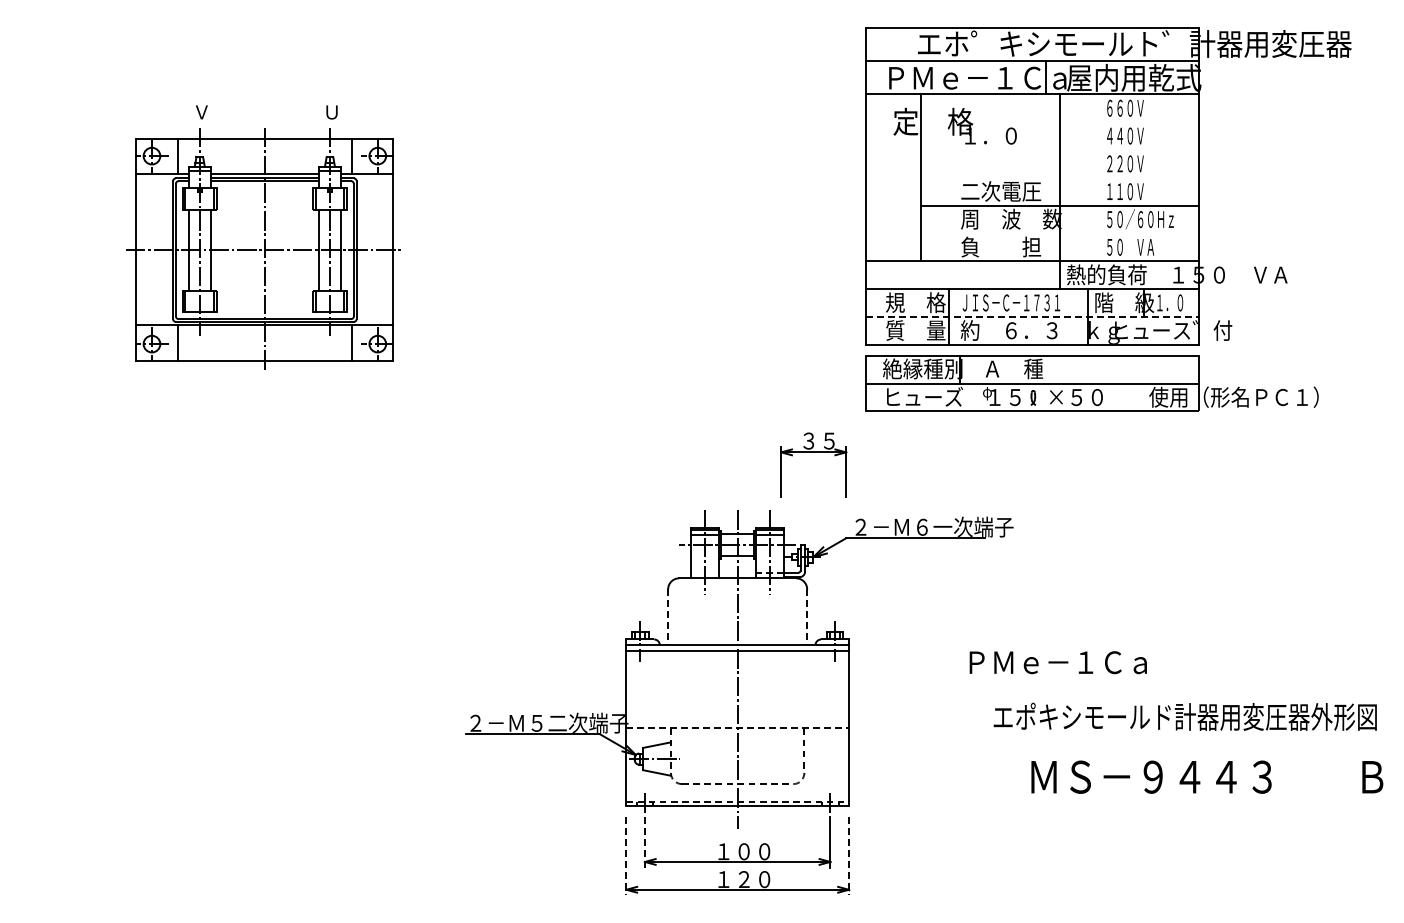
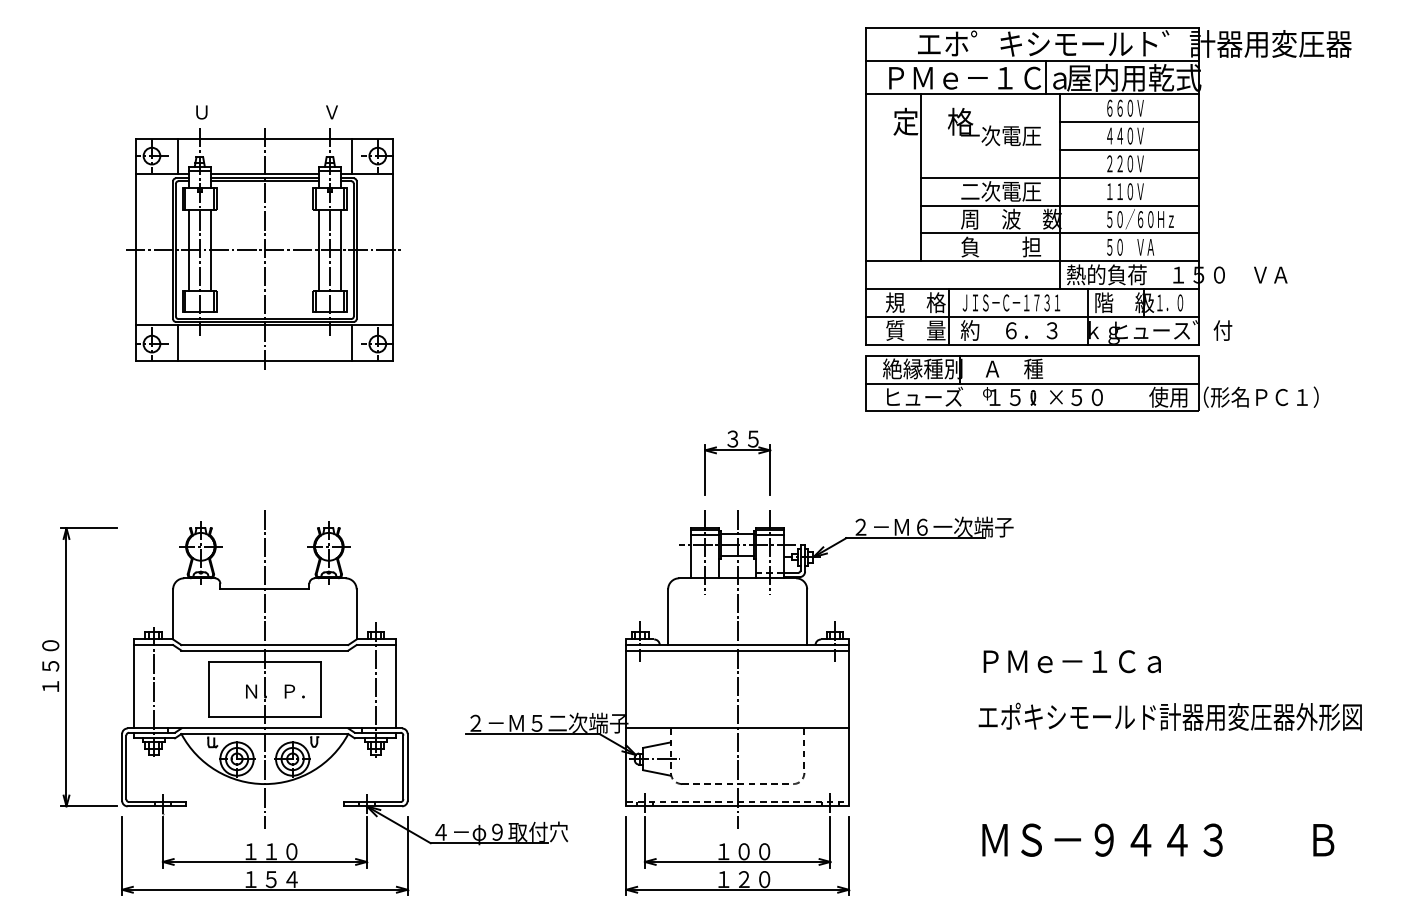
text at (201, 112): Ｖ -> Ｕ
text at (331, 112): Ｕ -> Ｖ
line at (1129, 122): none -> present
text at (1001, 135): １．０ -> 一次電圧
line at (1129, 150): none -> present
line at (1060, 177): none -> present
line at (1060, 233): none -> present
line at (1032, 316): dashed -> solid
part at (813, 452) position: (813, 452) -> (737, 450)
line at (668, 617): dashed -> solid
line at (807, 617): dashed -> solid
text at (1057, 662) position: (1057, 662) -> (1071, 661)
part at (304, 702): none -> present
text at (1184, 716) position: (1184, 716) -> (1169, 716)
line at (738, 728): dashed -> solid
text at (1207, 776) position: (1207, 776) -> (1158, 839)
line at (644, 842): dashed -> solid
line at (626, 856): dashed -> solid
line at (848, 856): dashed -> solid
